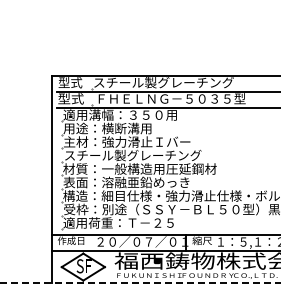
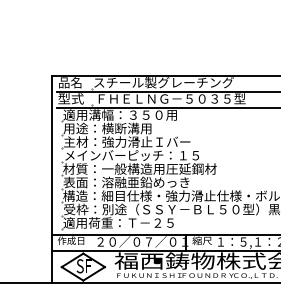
text at (70, 82): 型式 -> 品名
text at (133, 155): スチール製グレーチング -> メインバーピッチ：１５
line at (140, 283): dashed -> solid
